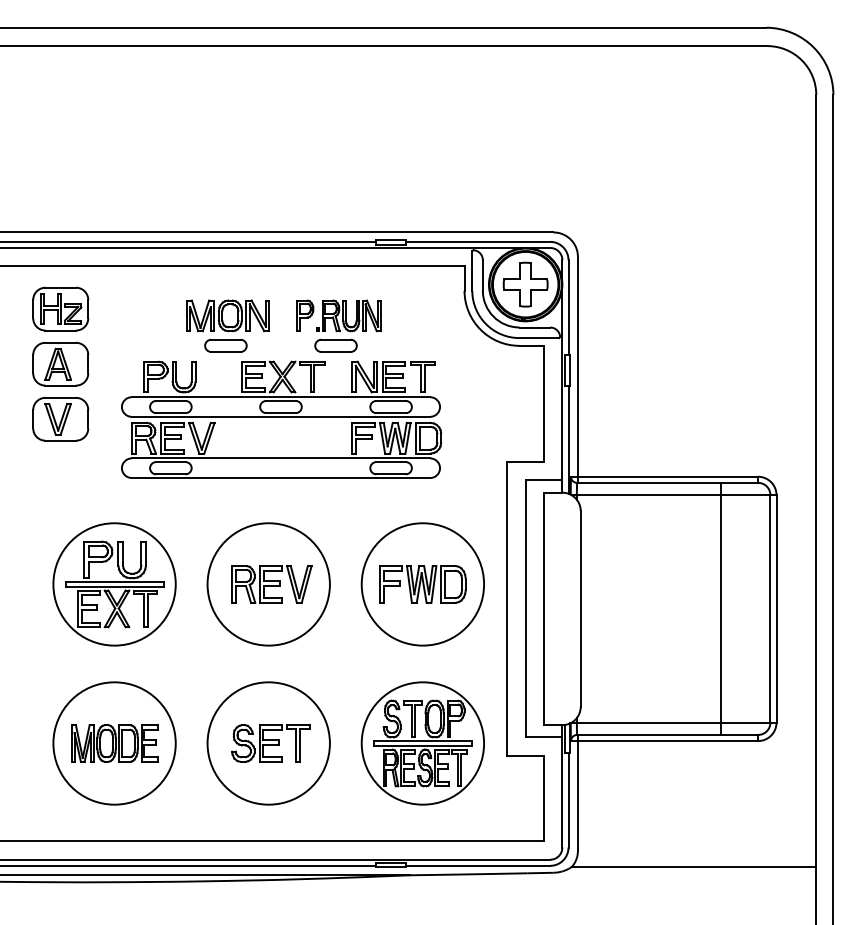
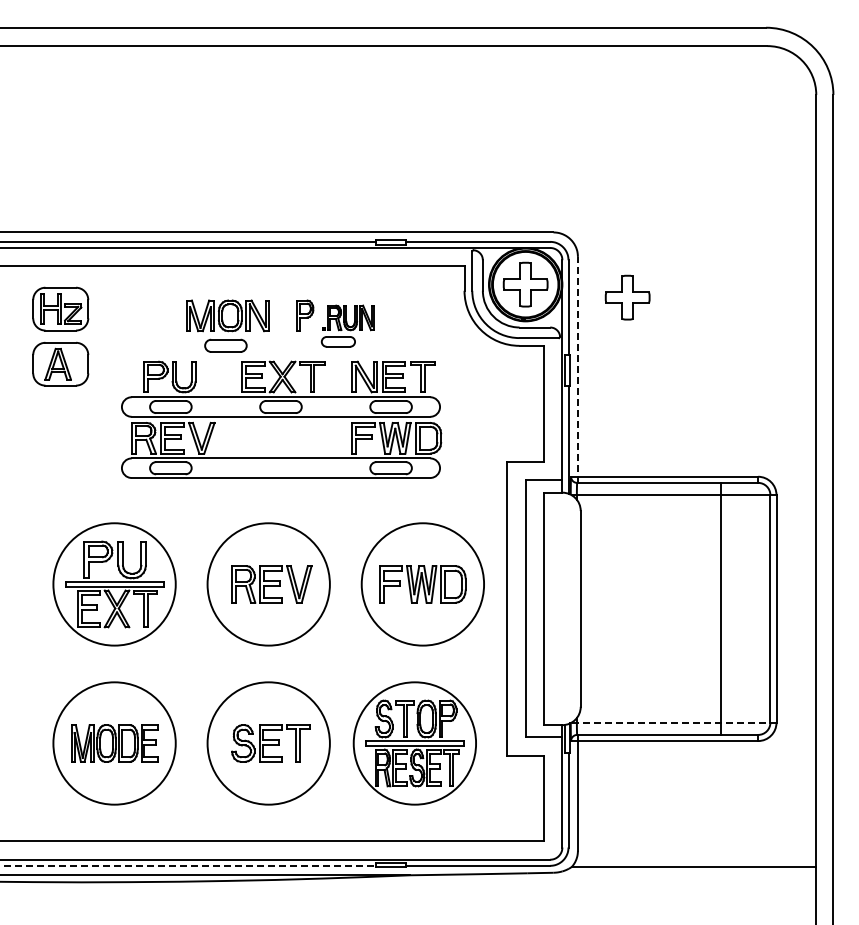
part at (627, 297): none -> present
part at (347, 325) size: 68x54 px -> 55x44 px
line at (577, 369): solid -> dashed
part at (60, 419): present -> none
line at (674, 722): solid -> dashed
part at (422, 743) position: (422, 743) -> (414, 743)
line at (188, 865): solid -> dashed
